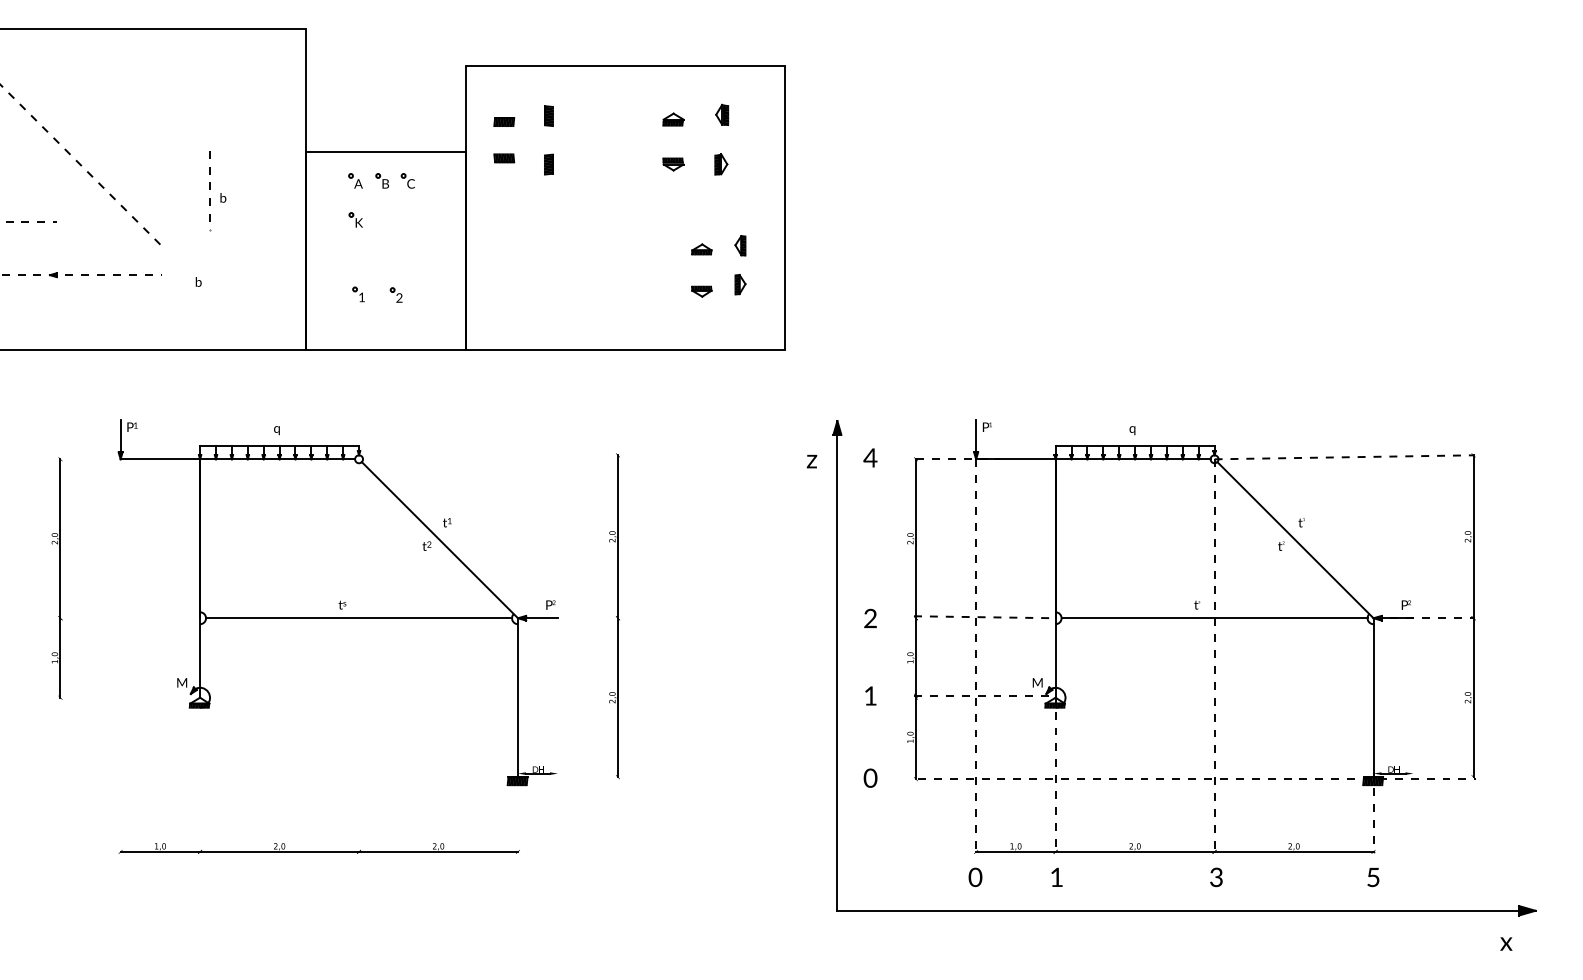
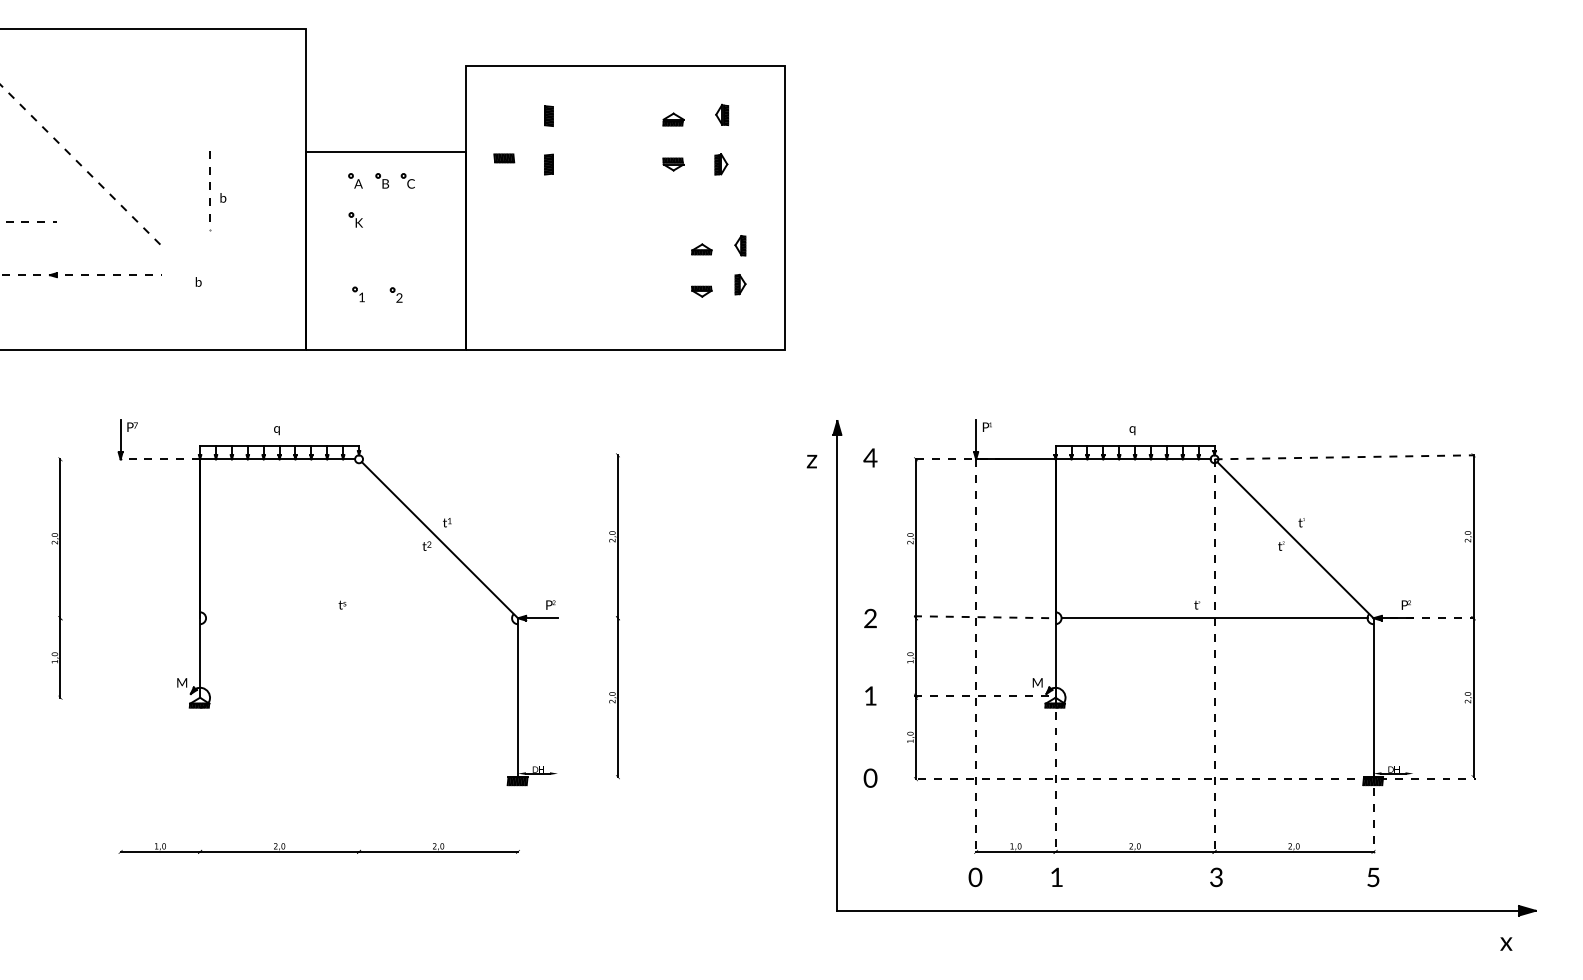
part at (504, 121): present -> none
text at (135, 425): 1 -> 7
line at (160, 459): solid -> dashed
line at (359, 618): present -> none
